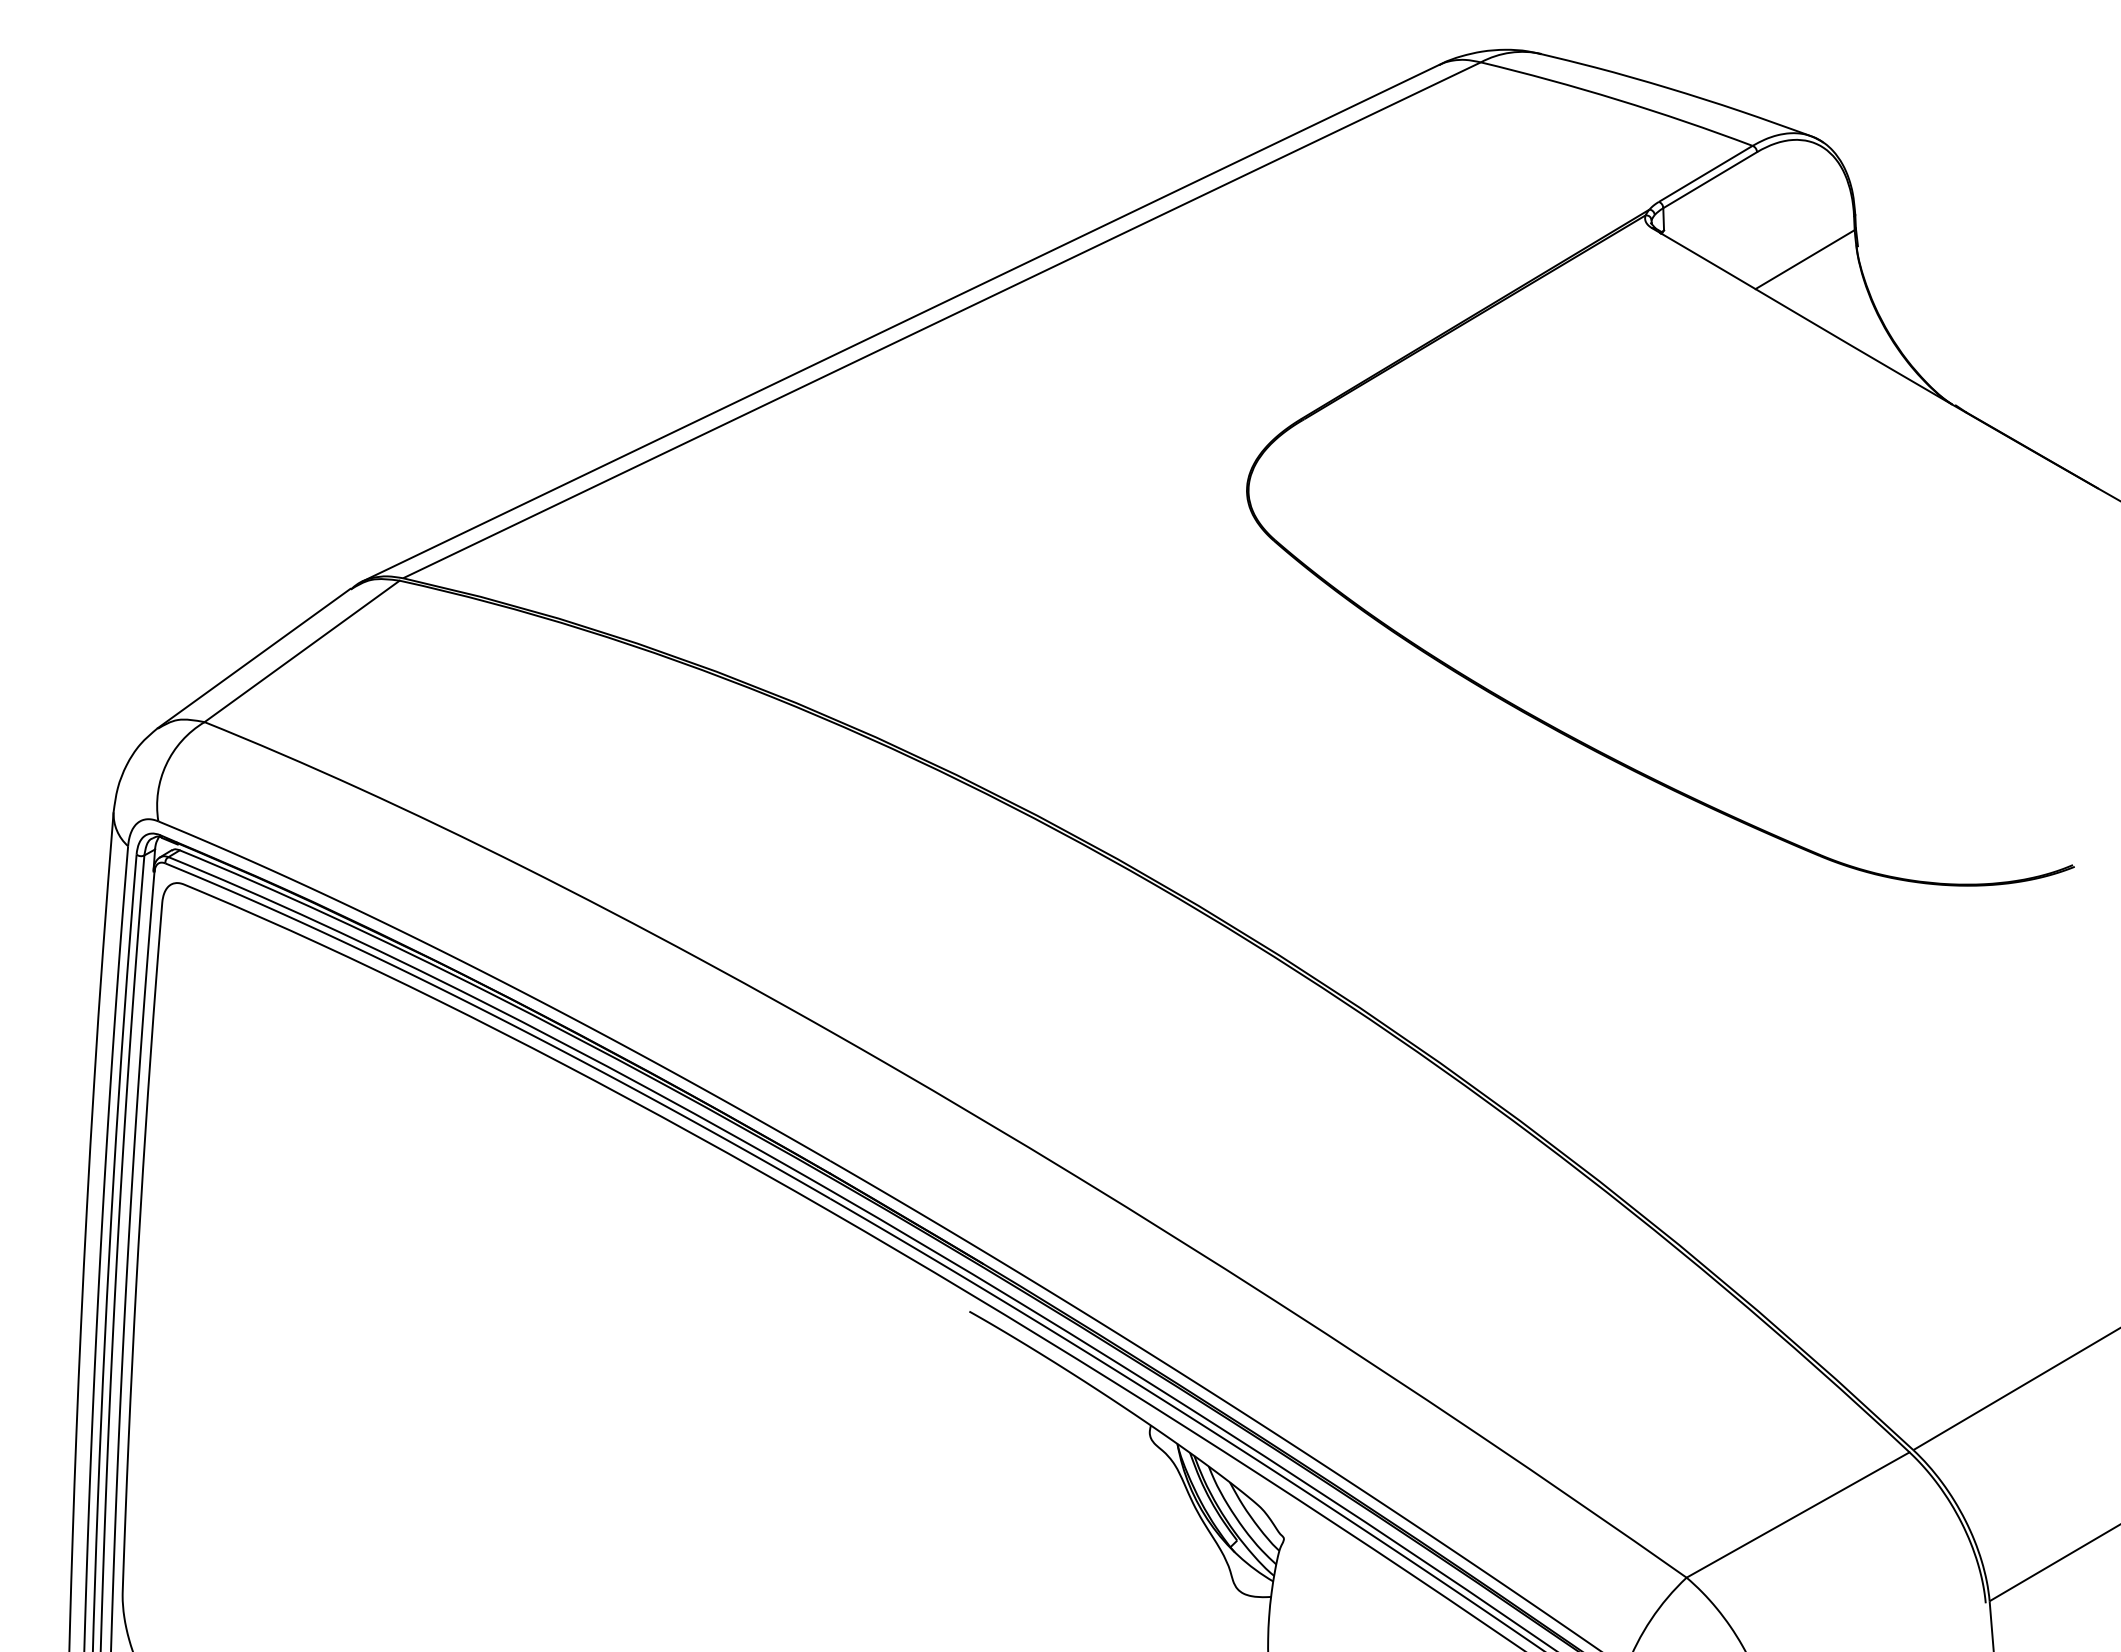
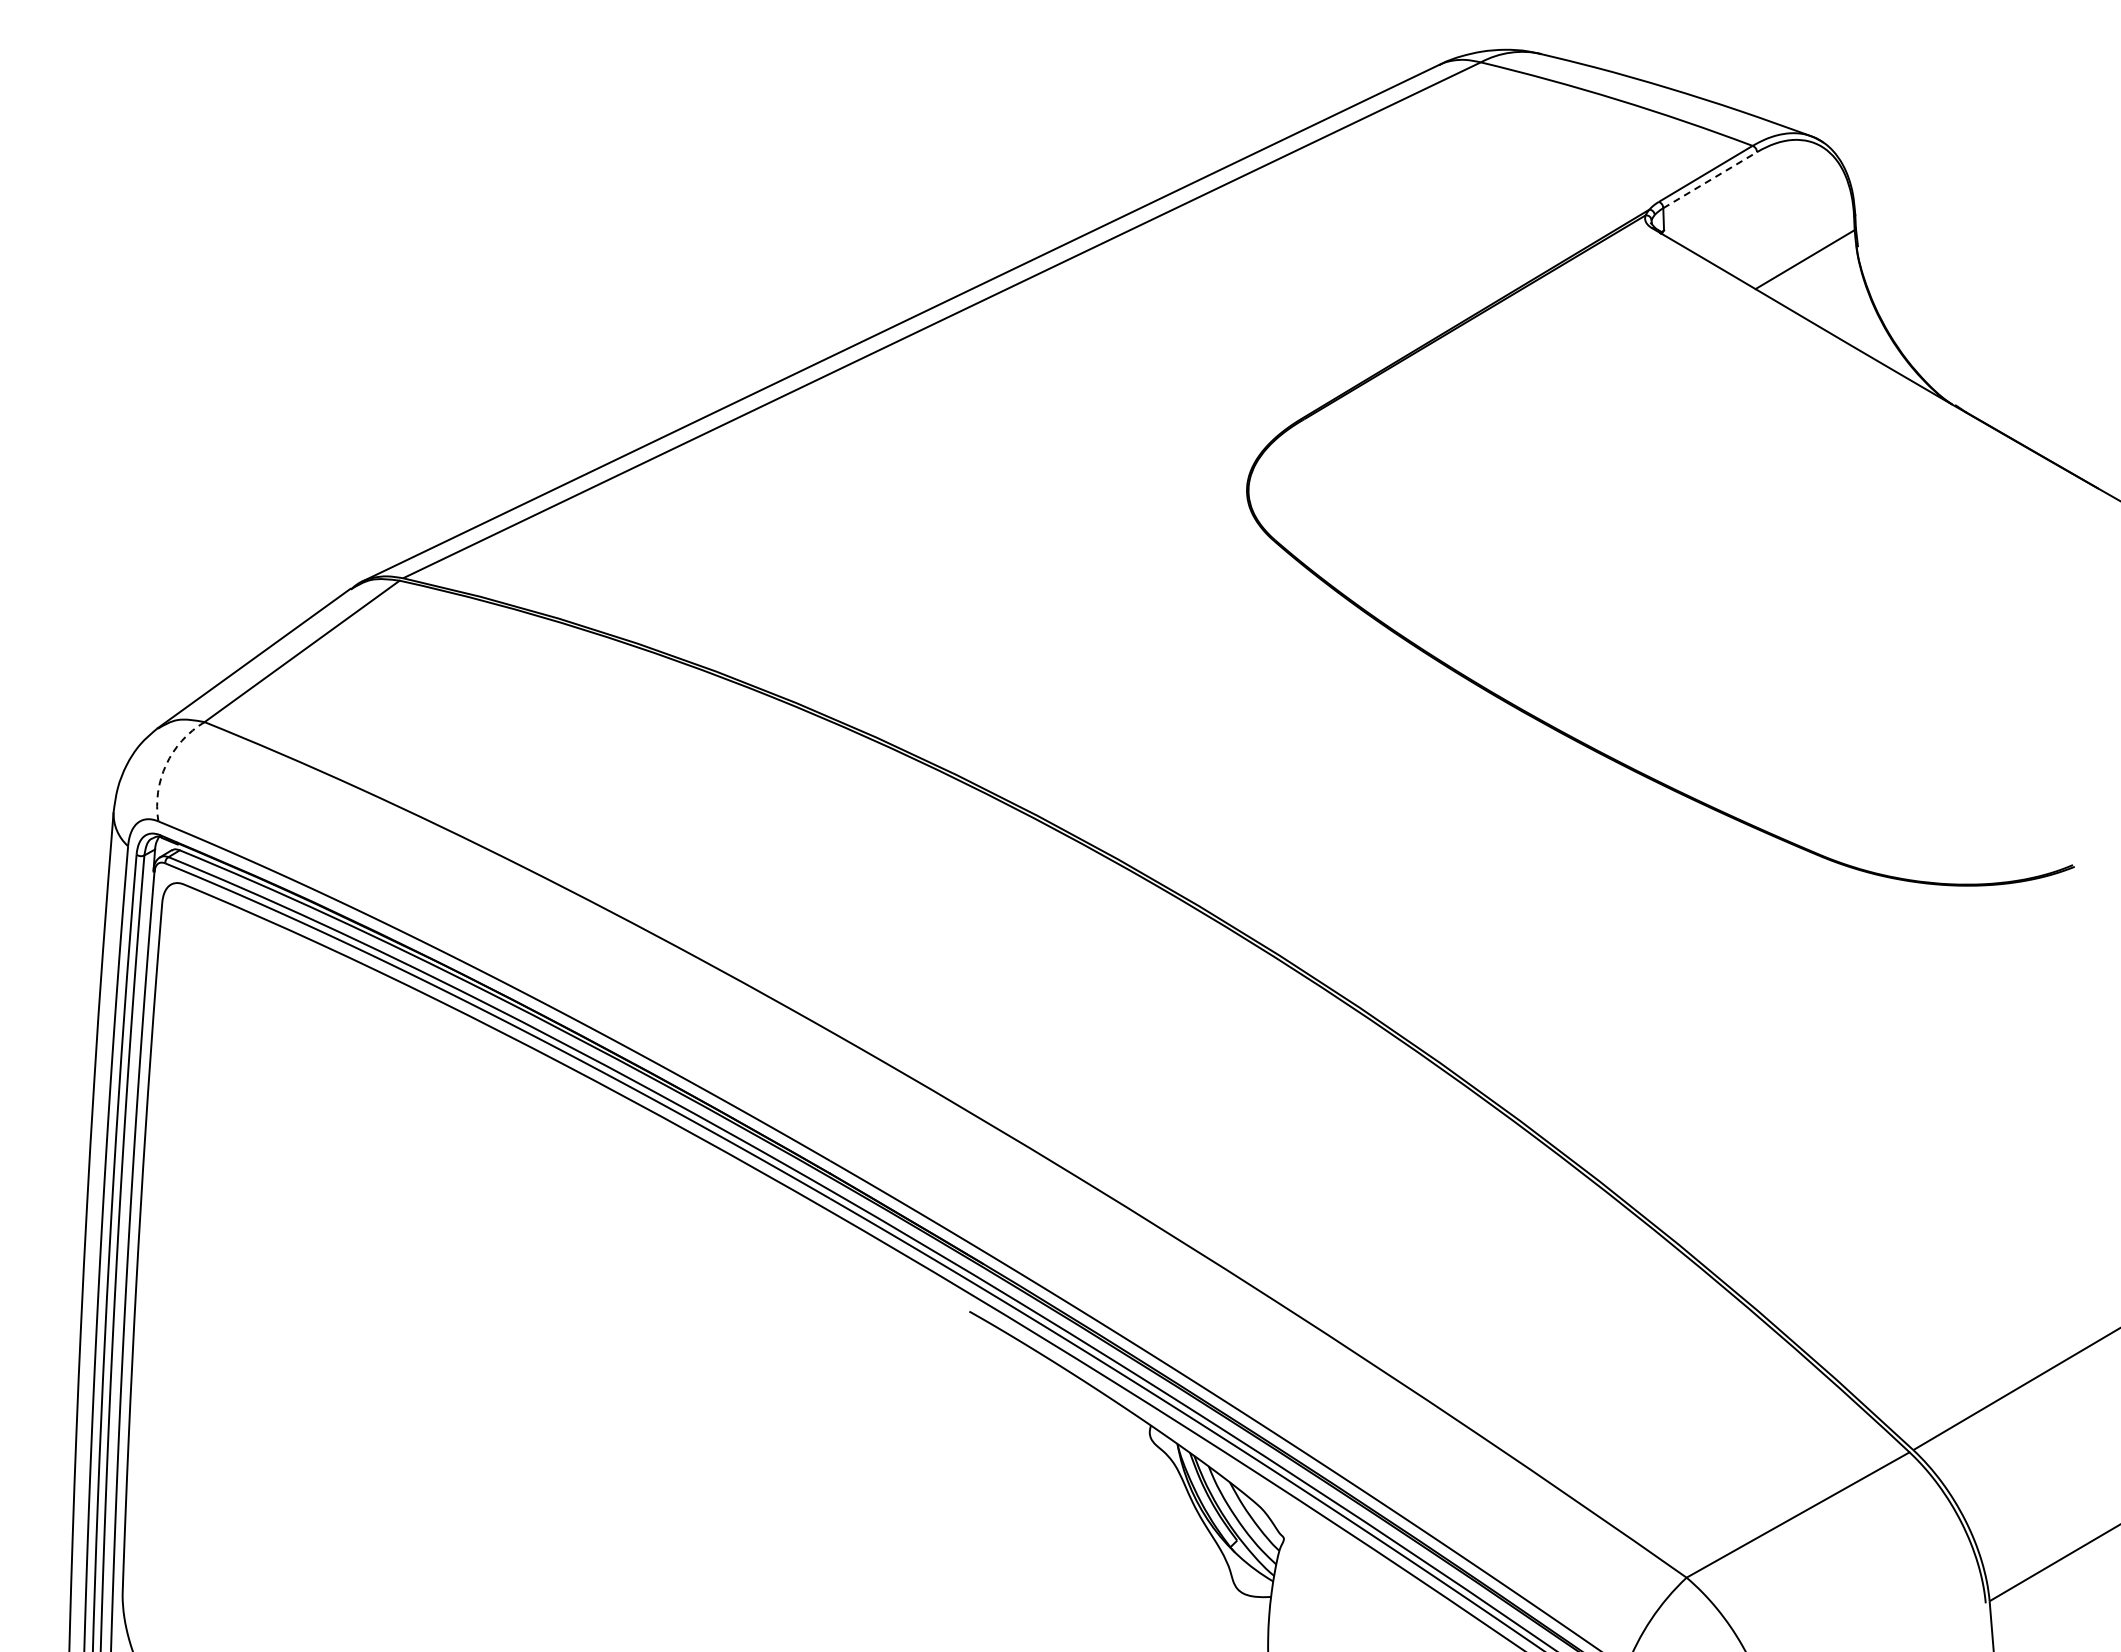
line at (1710, 180): solid -> dashed
arc at (166, 764): solid -> dashed
